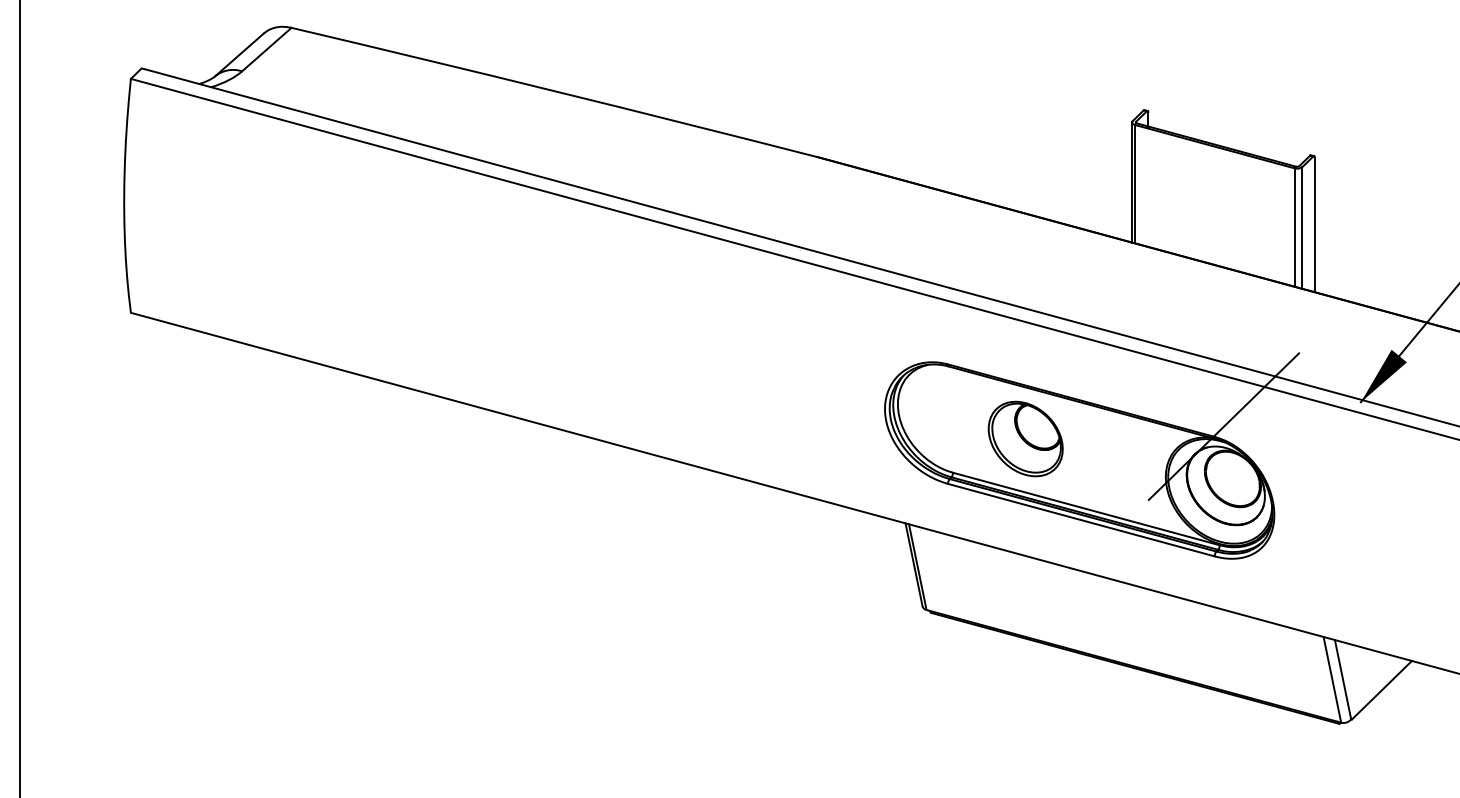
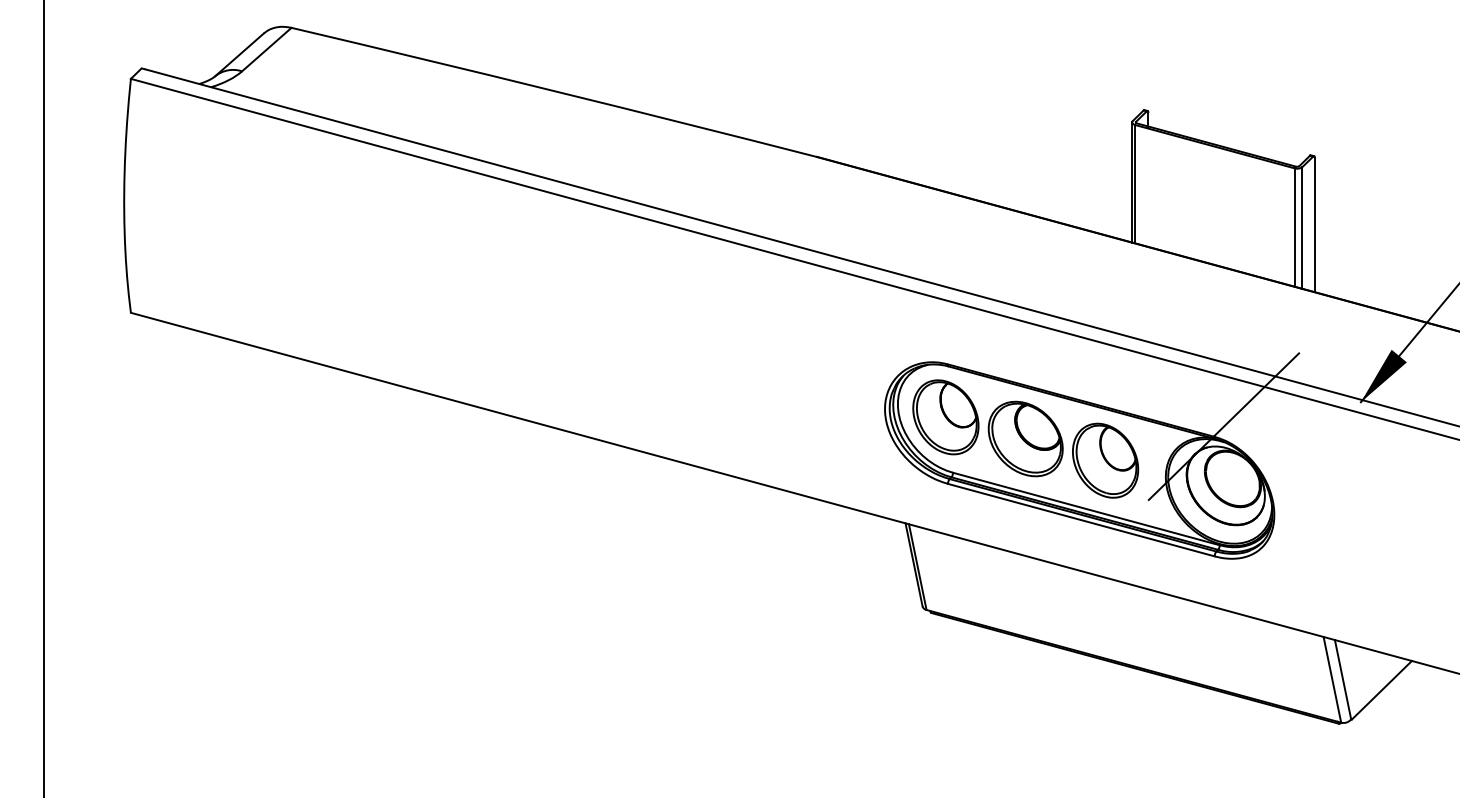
line at (19, 398) position: (19, 398) -> (43, 398)
part at (945, 417): none -> present
part at (1105, 460): none -> present
